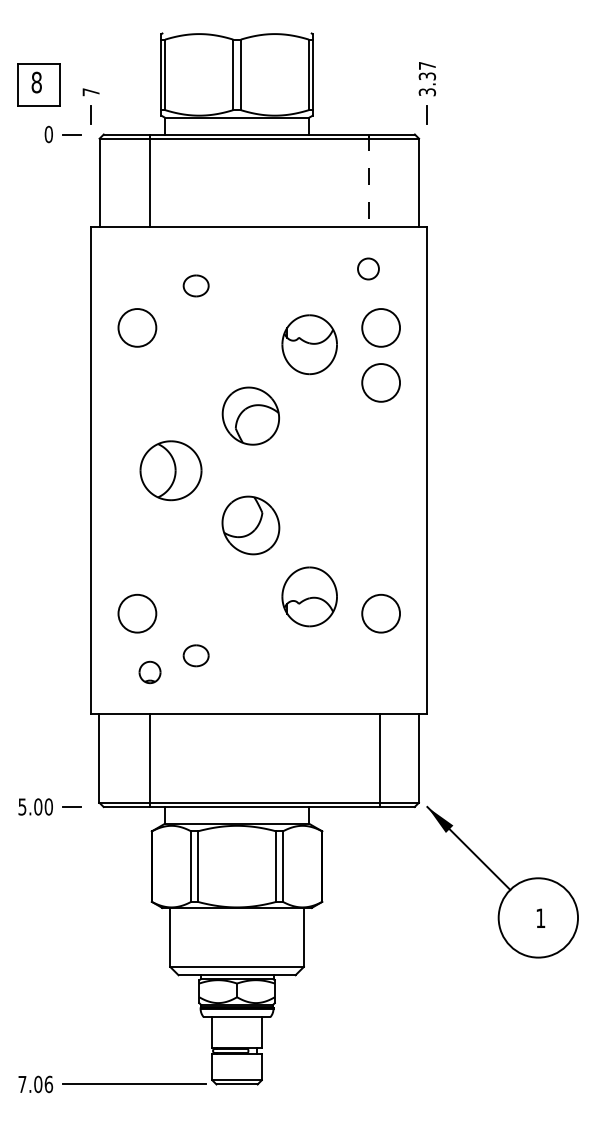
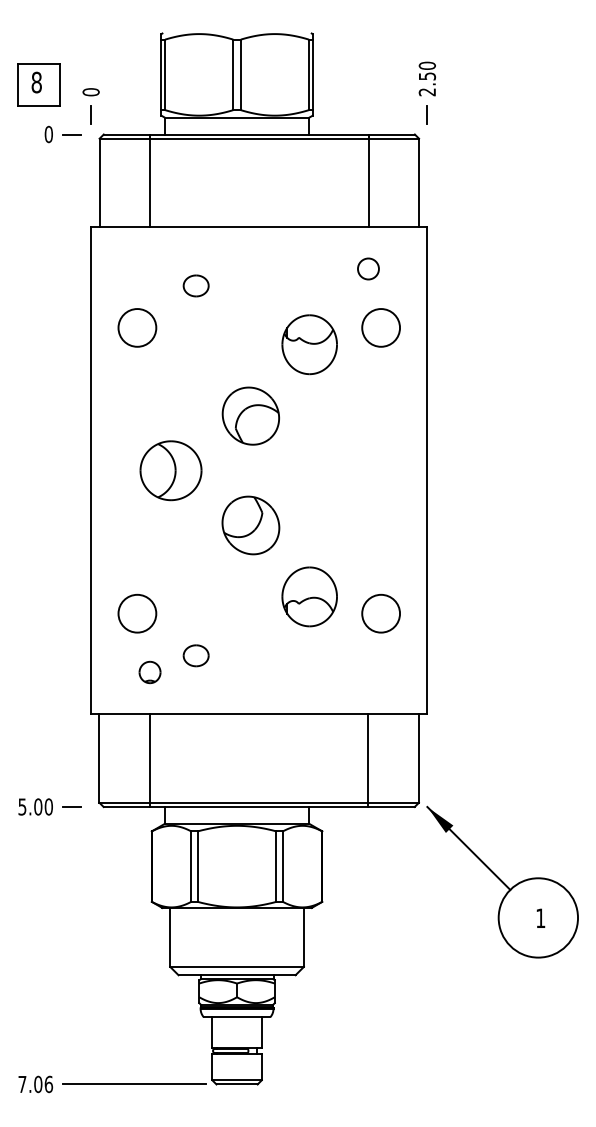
text at (426, 78): 3.37 -> 2.50
text at (90, 92): 7 -> 0
line at (368, 181): dashed -> solid
circle at (380, 382): present -> none
line at (380, 760) position: (380, 760) -> (368, 760)
